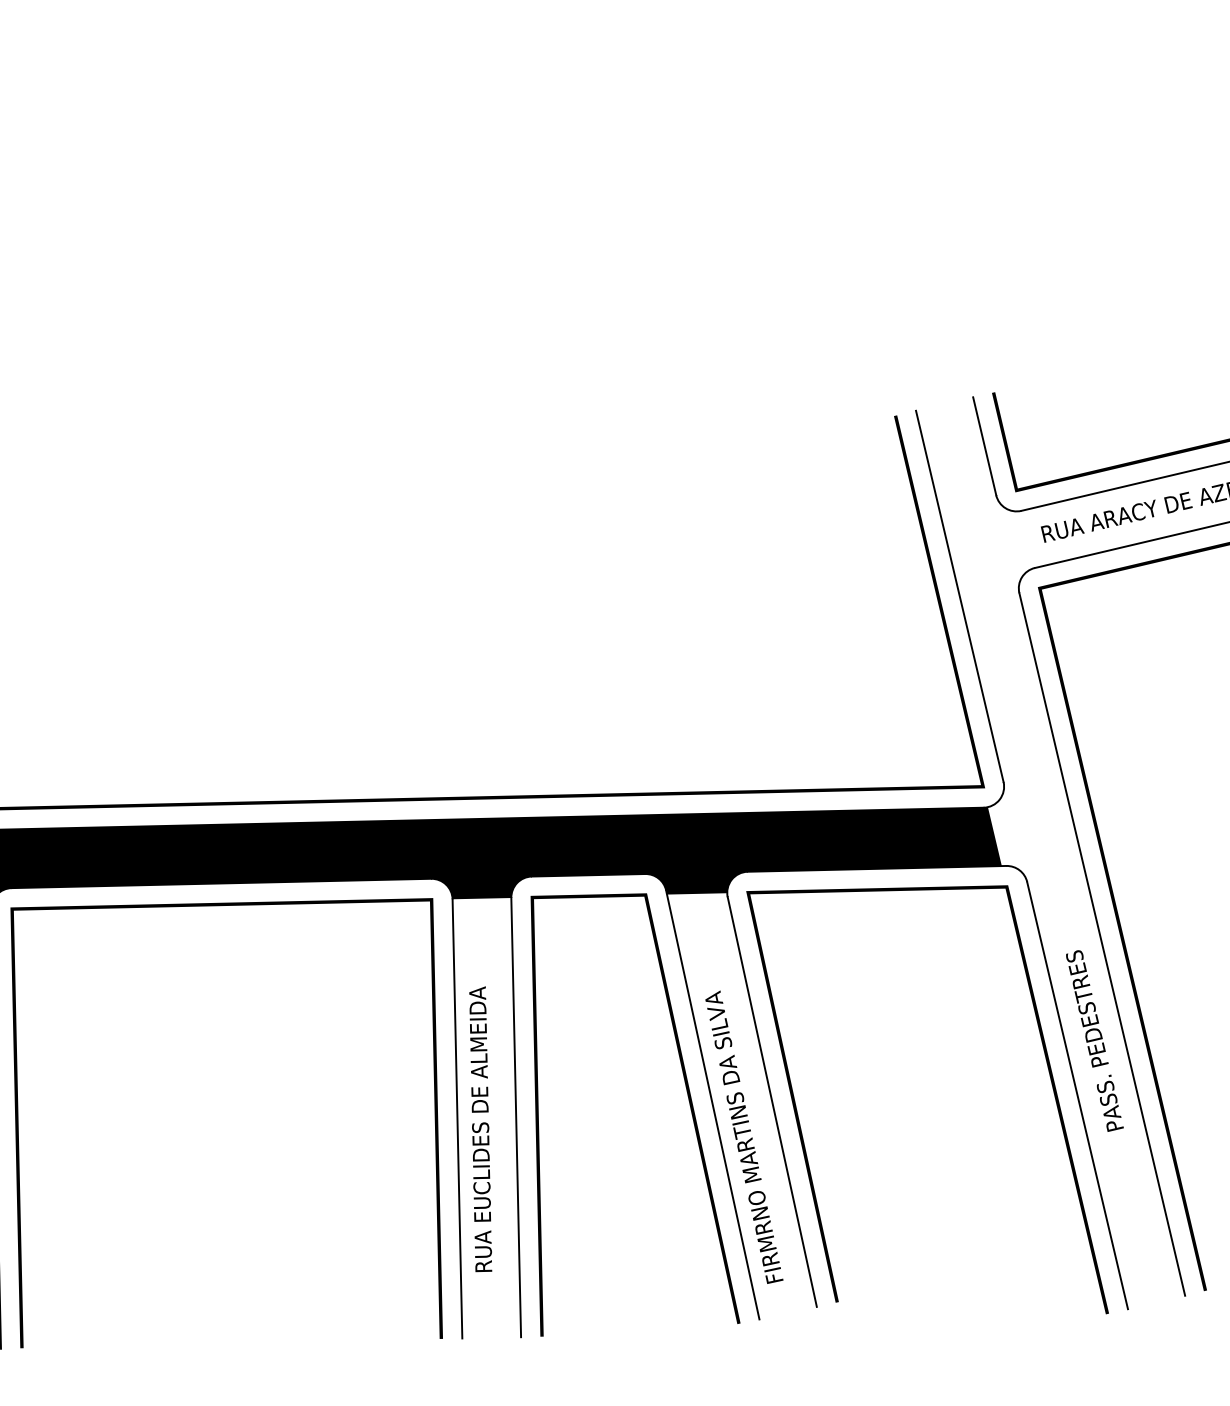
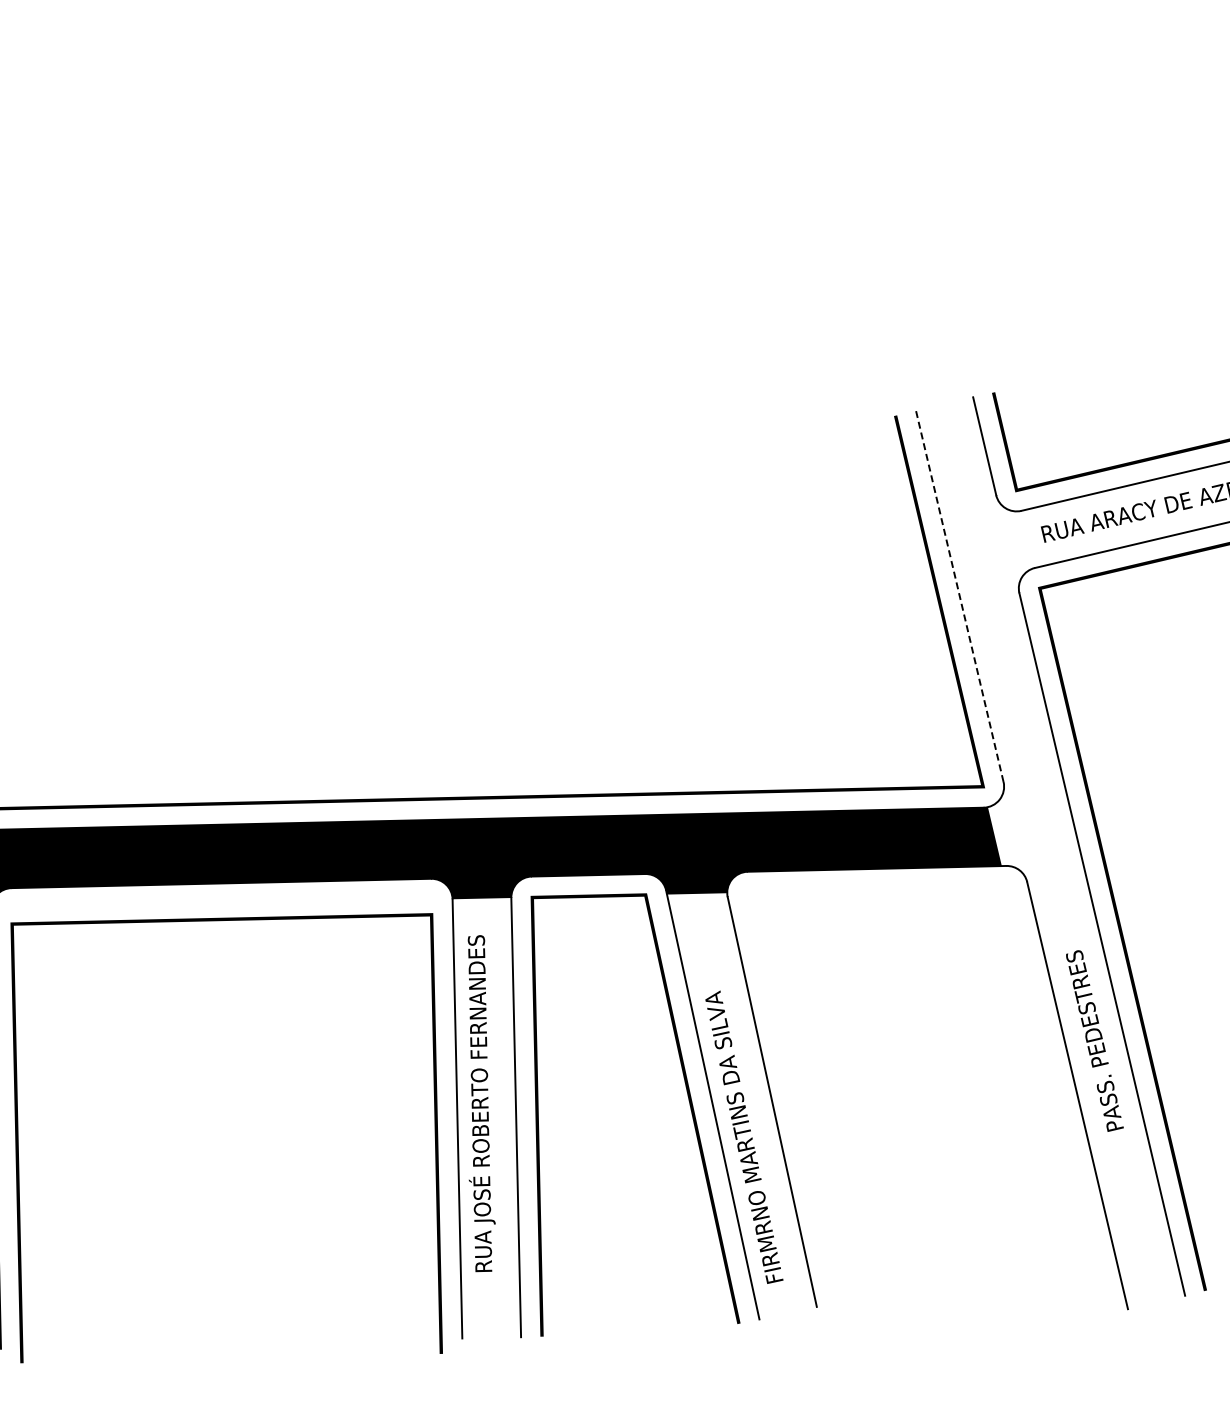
line at (959, 596): solid -> dashed
line at (1048, 1072): present -> none
text at (481, 1079): RUA EUCLIDES DE ALMEIDA -> RUA JOSÉ ROBERTO FERNANDES
line at (18, 1123) position: (18, 1123) -> (18, 1138)
